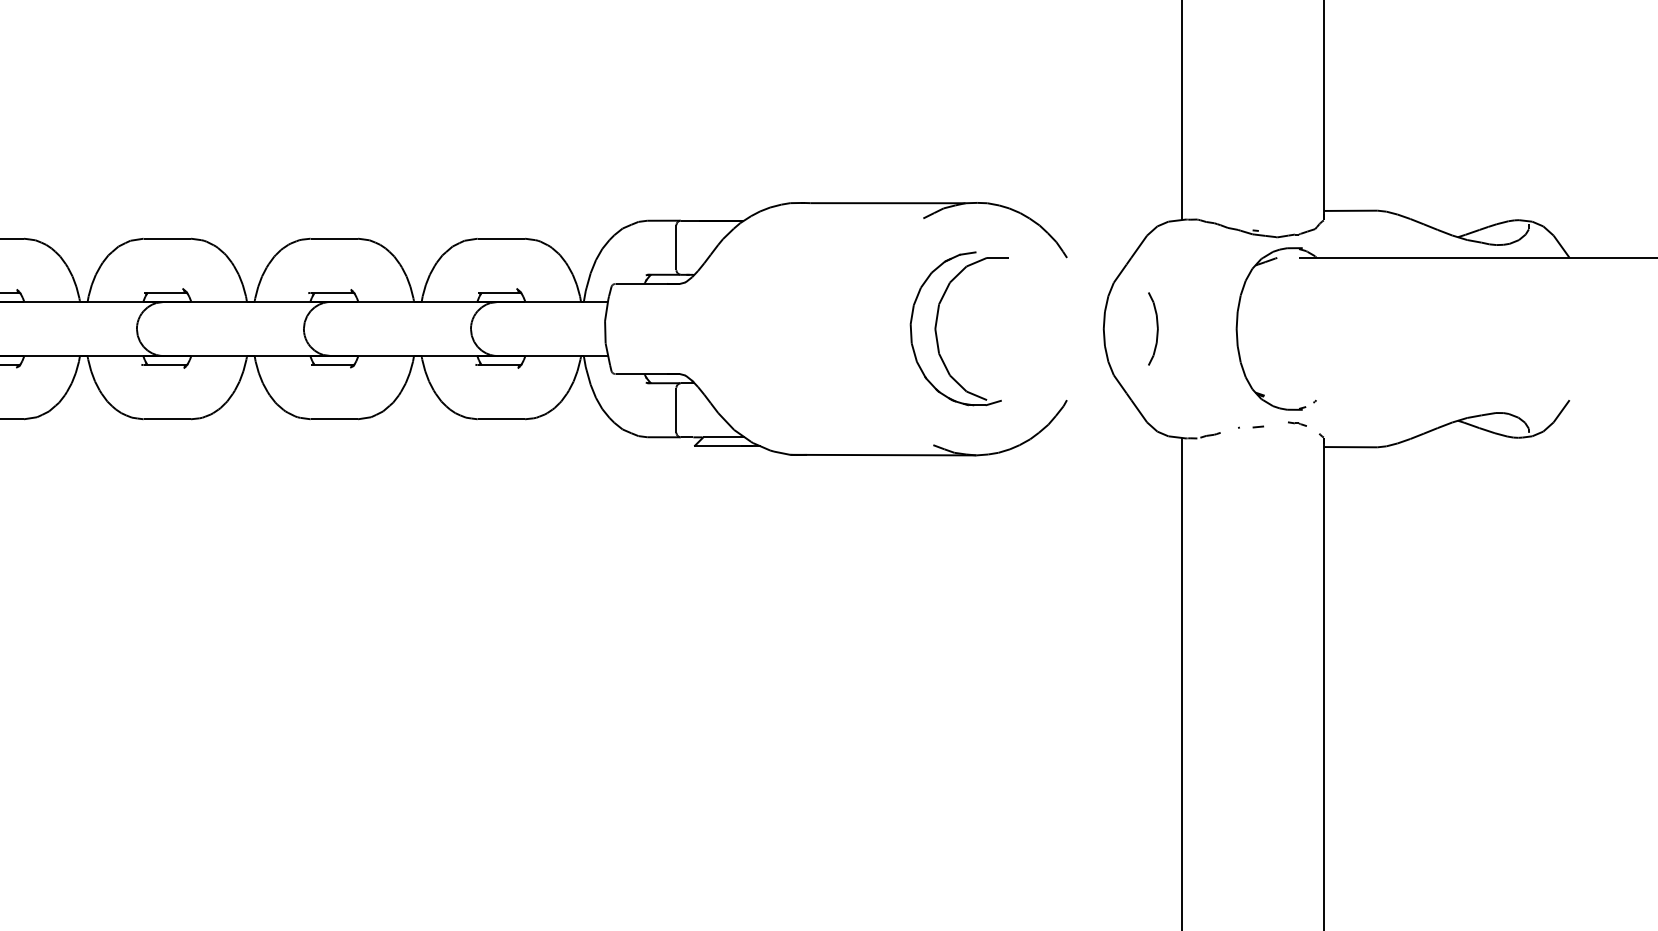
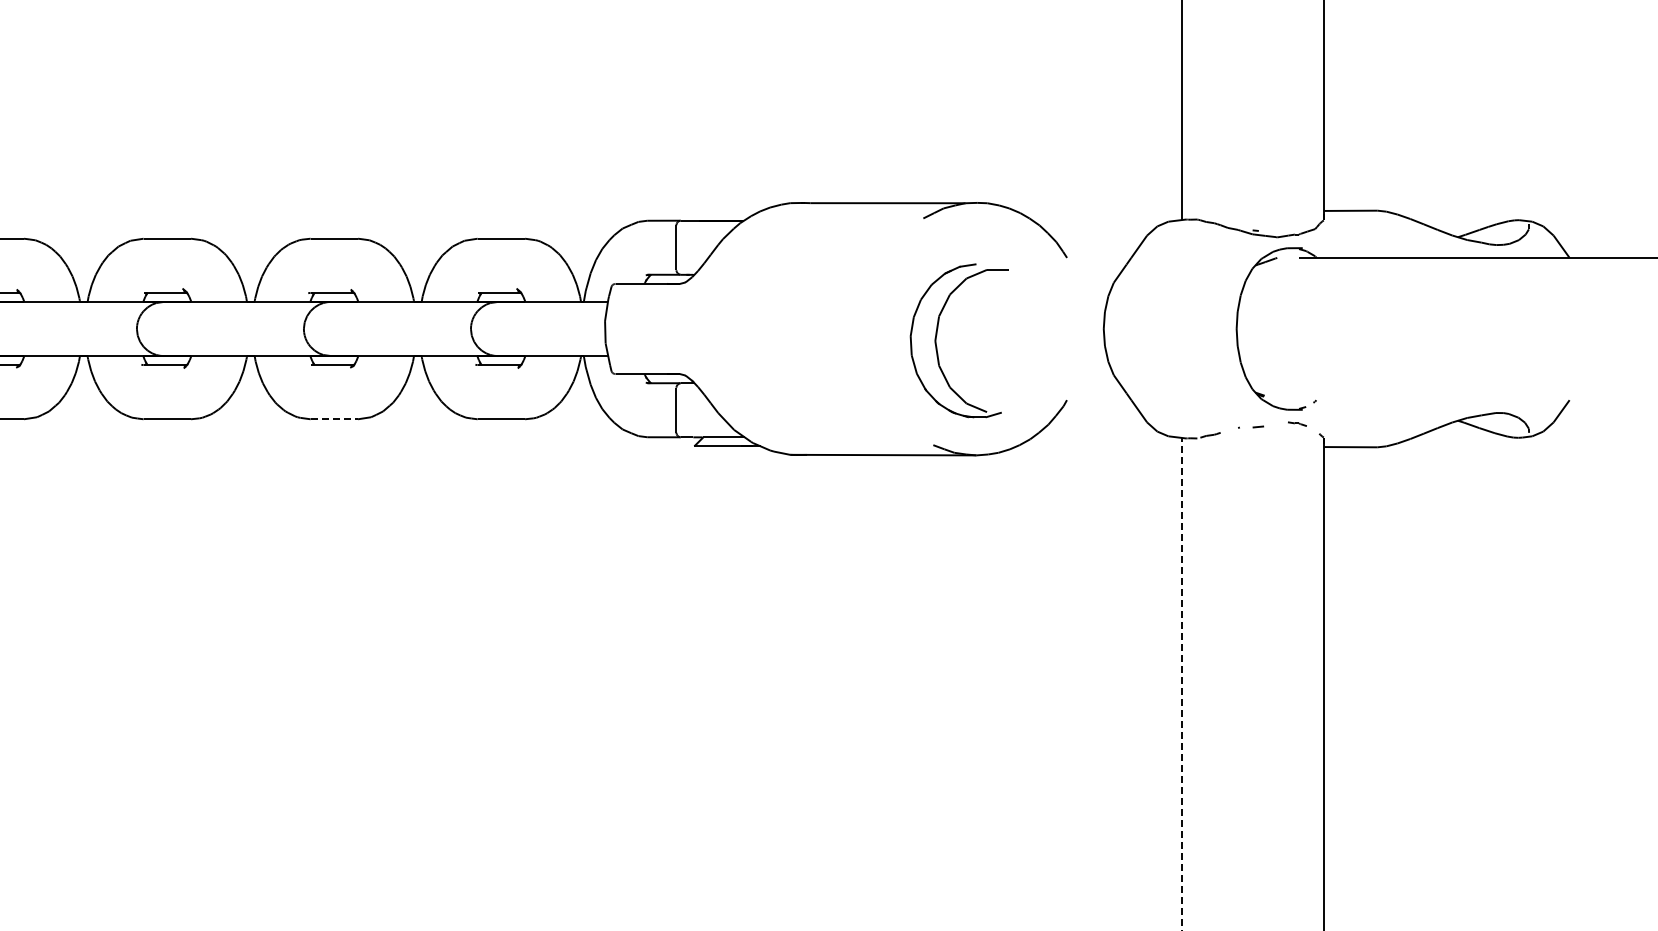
part at (937, 323) position: (937, 323) -> (937, 335)
part at (1153, 328): present -> none
line at (334, 419): solid -> dashed
line at (1181, 683): solid -> dashed
